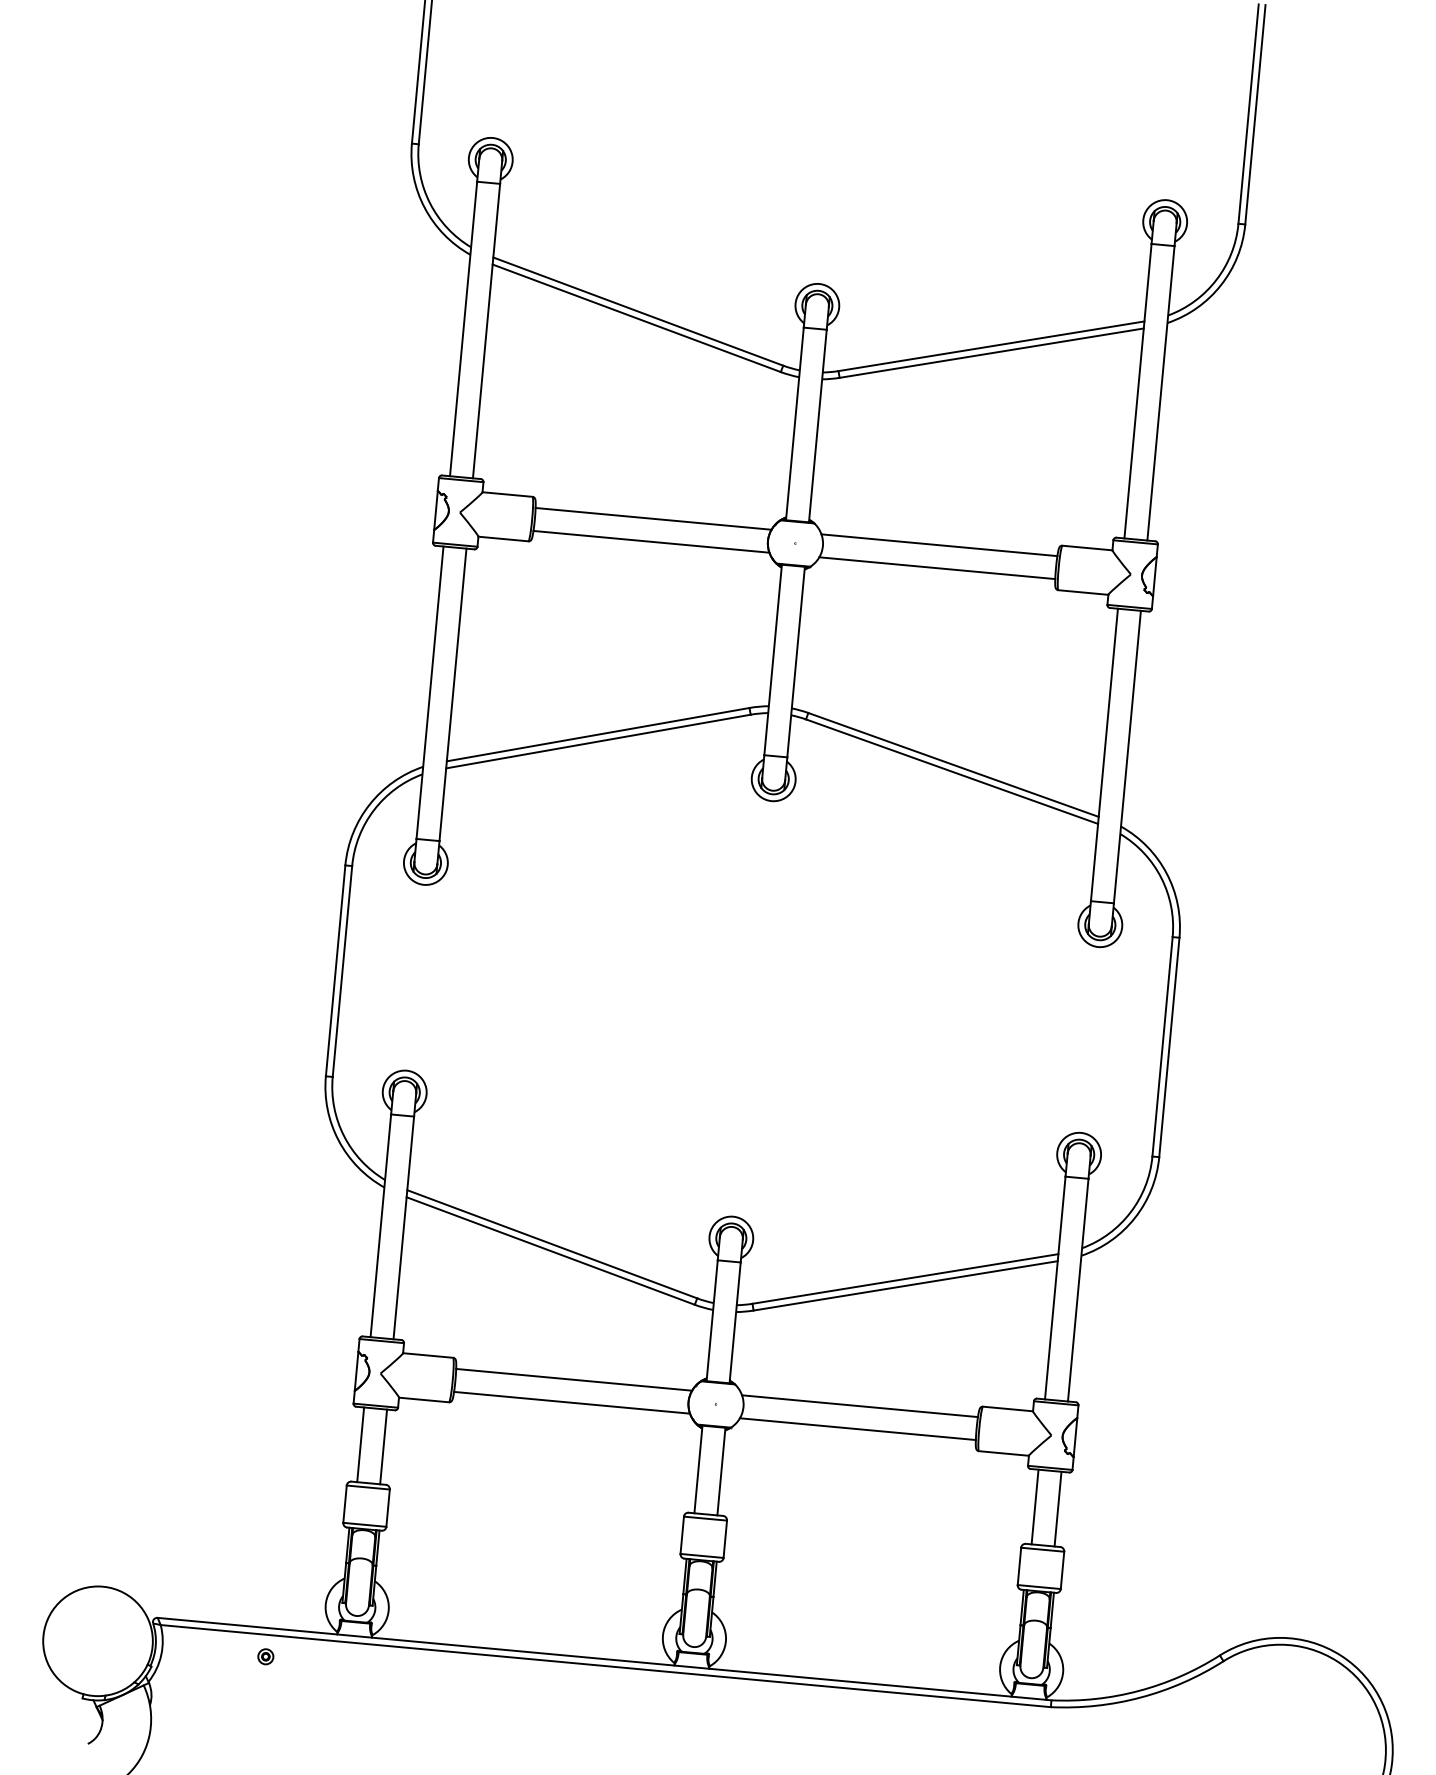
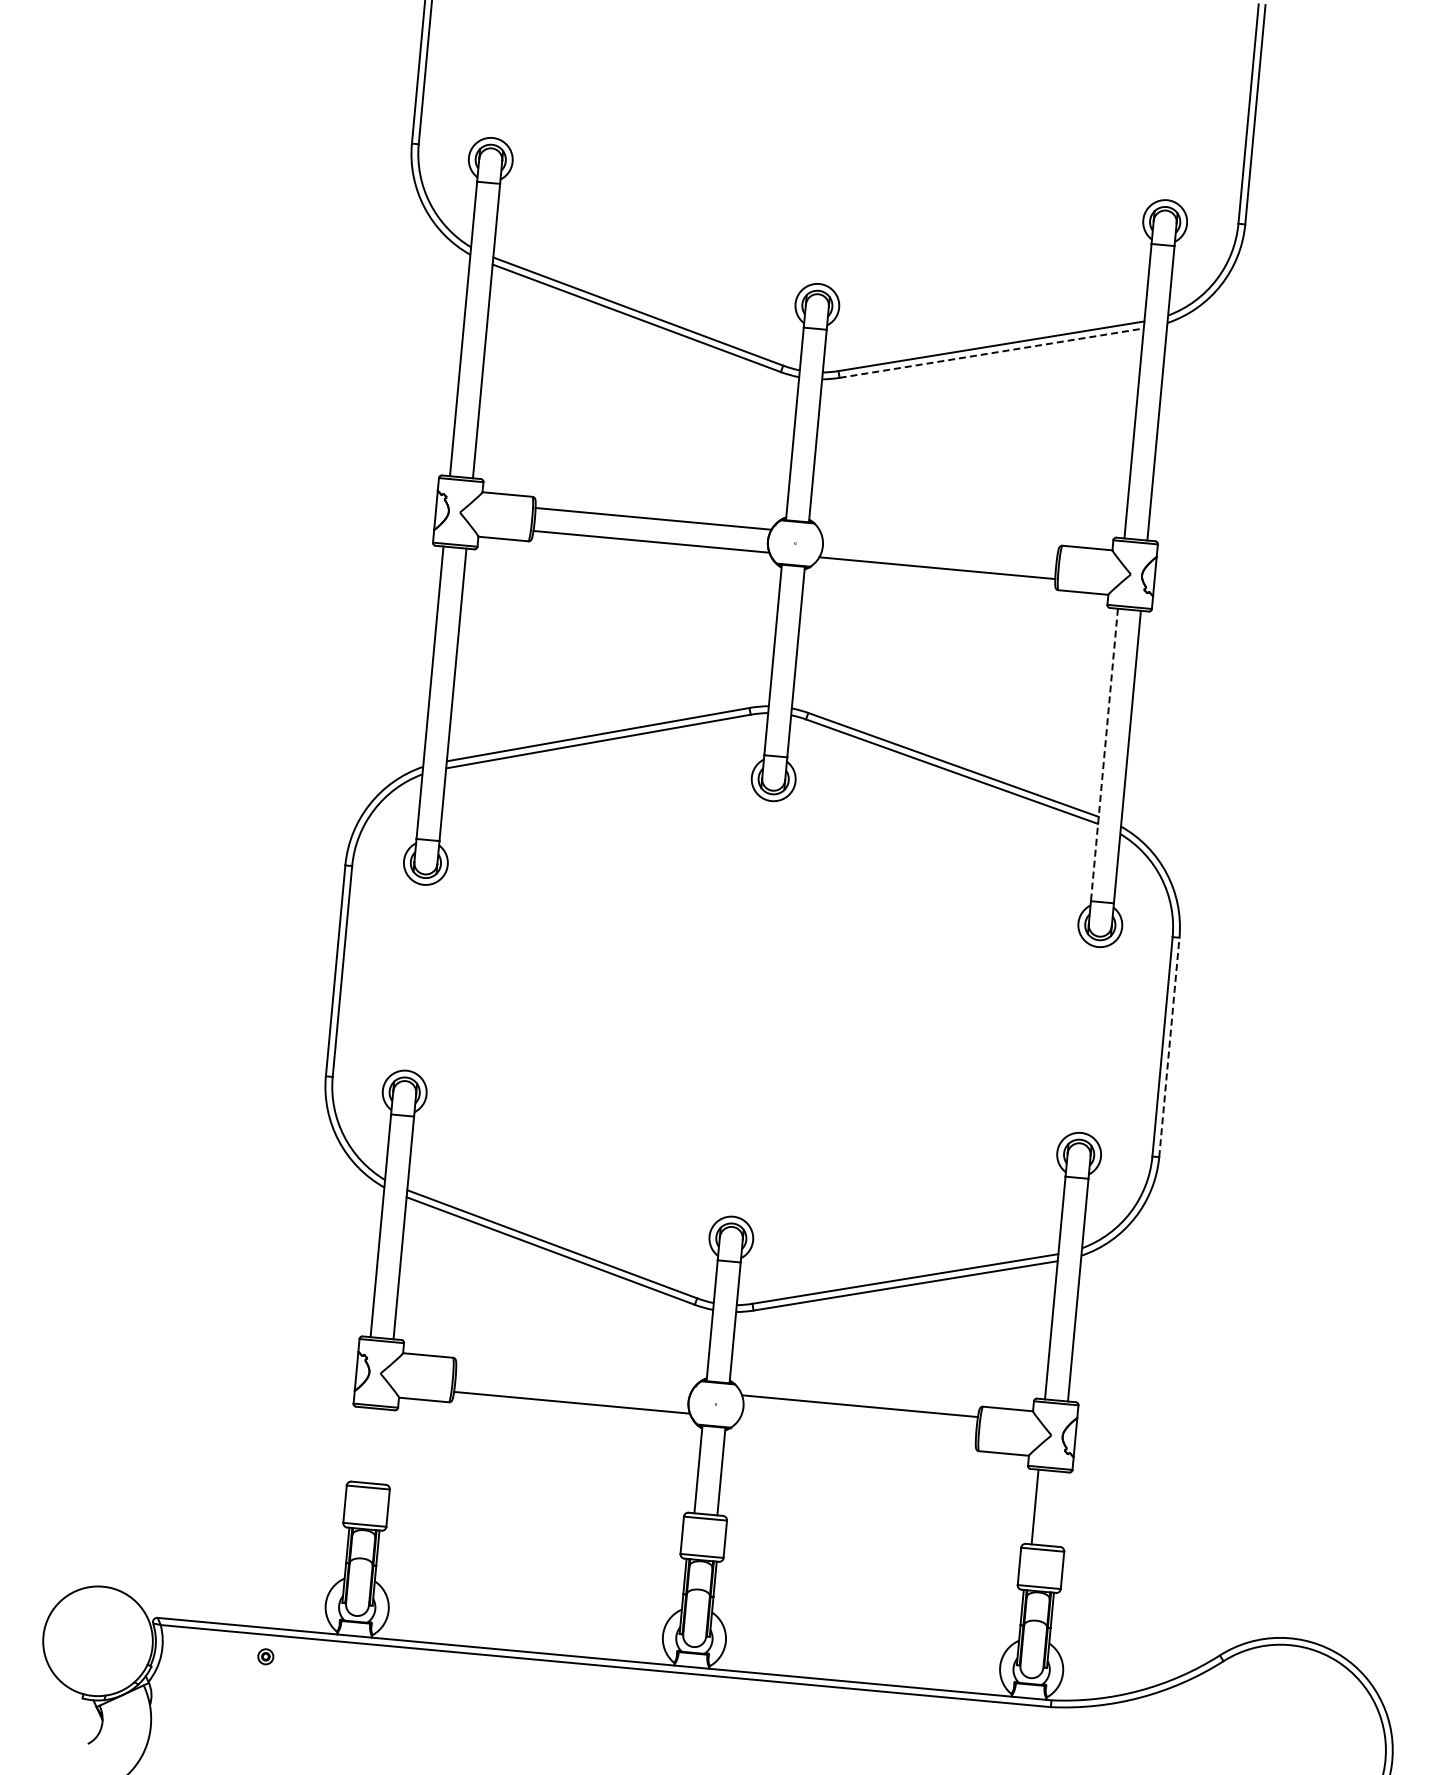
line at (992, 353): solid -> dashed
line at (939, 545): present -> none
line at (1104, 754): solid -> dashed
line at (1169, 1046): solid -> dashed
line at (574, 1379): present -> none
line at (857, 1429): present -> none
line at (360, 1444): present -> none
line at (383, 1446): present -> none
line at (1057, 1508): present -> none
